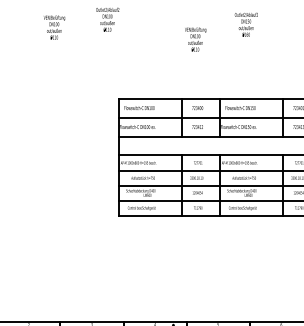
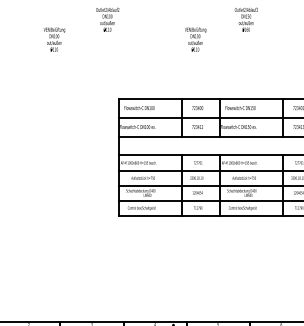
text at (245, 24) position: (245, 24) -> (245, 19)
text at (54, 27) position: (54, 27) -> (54, 39)
